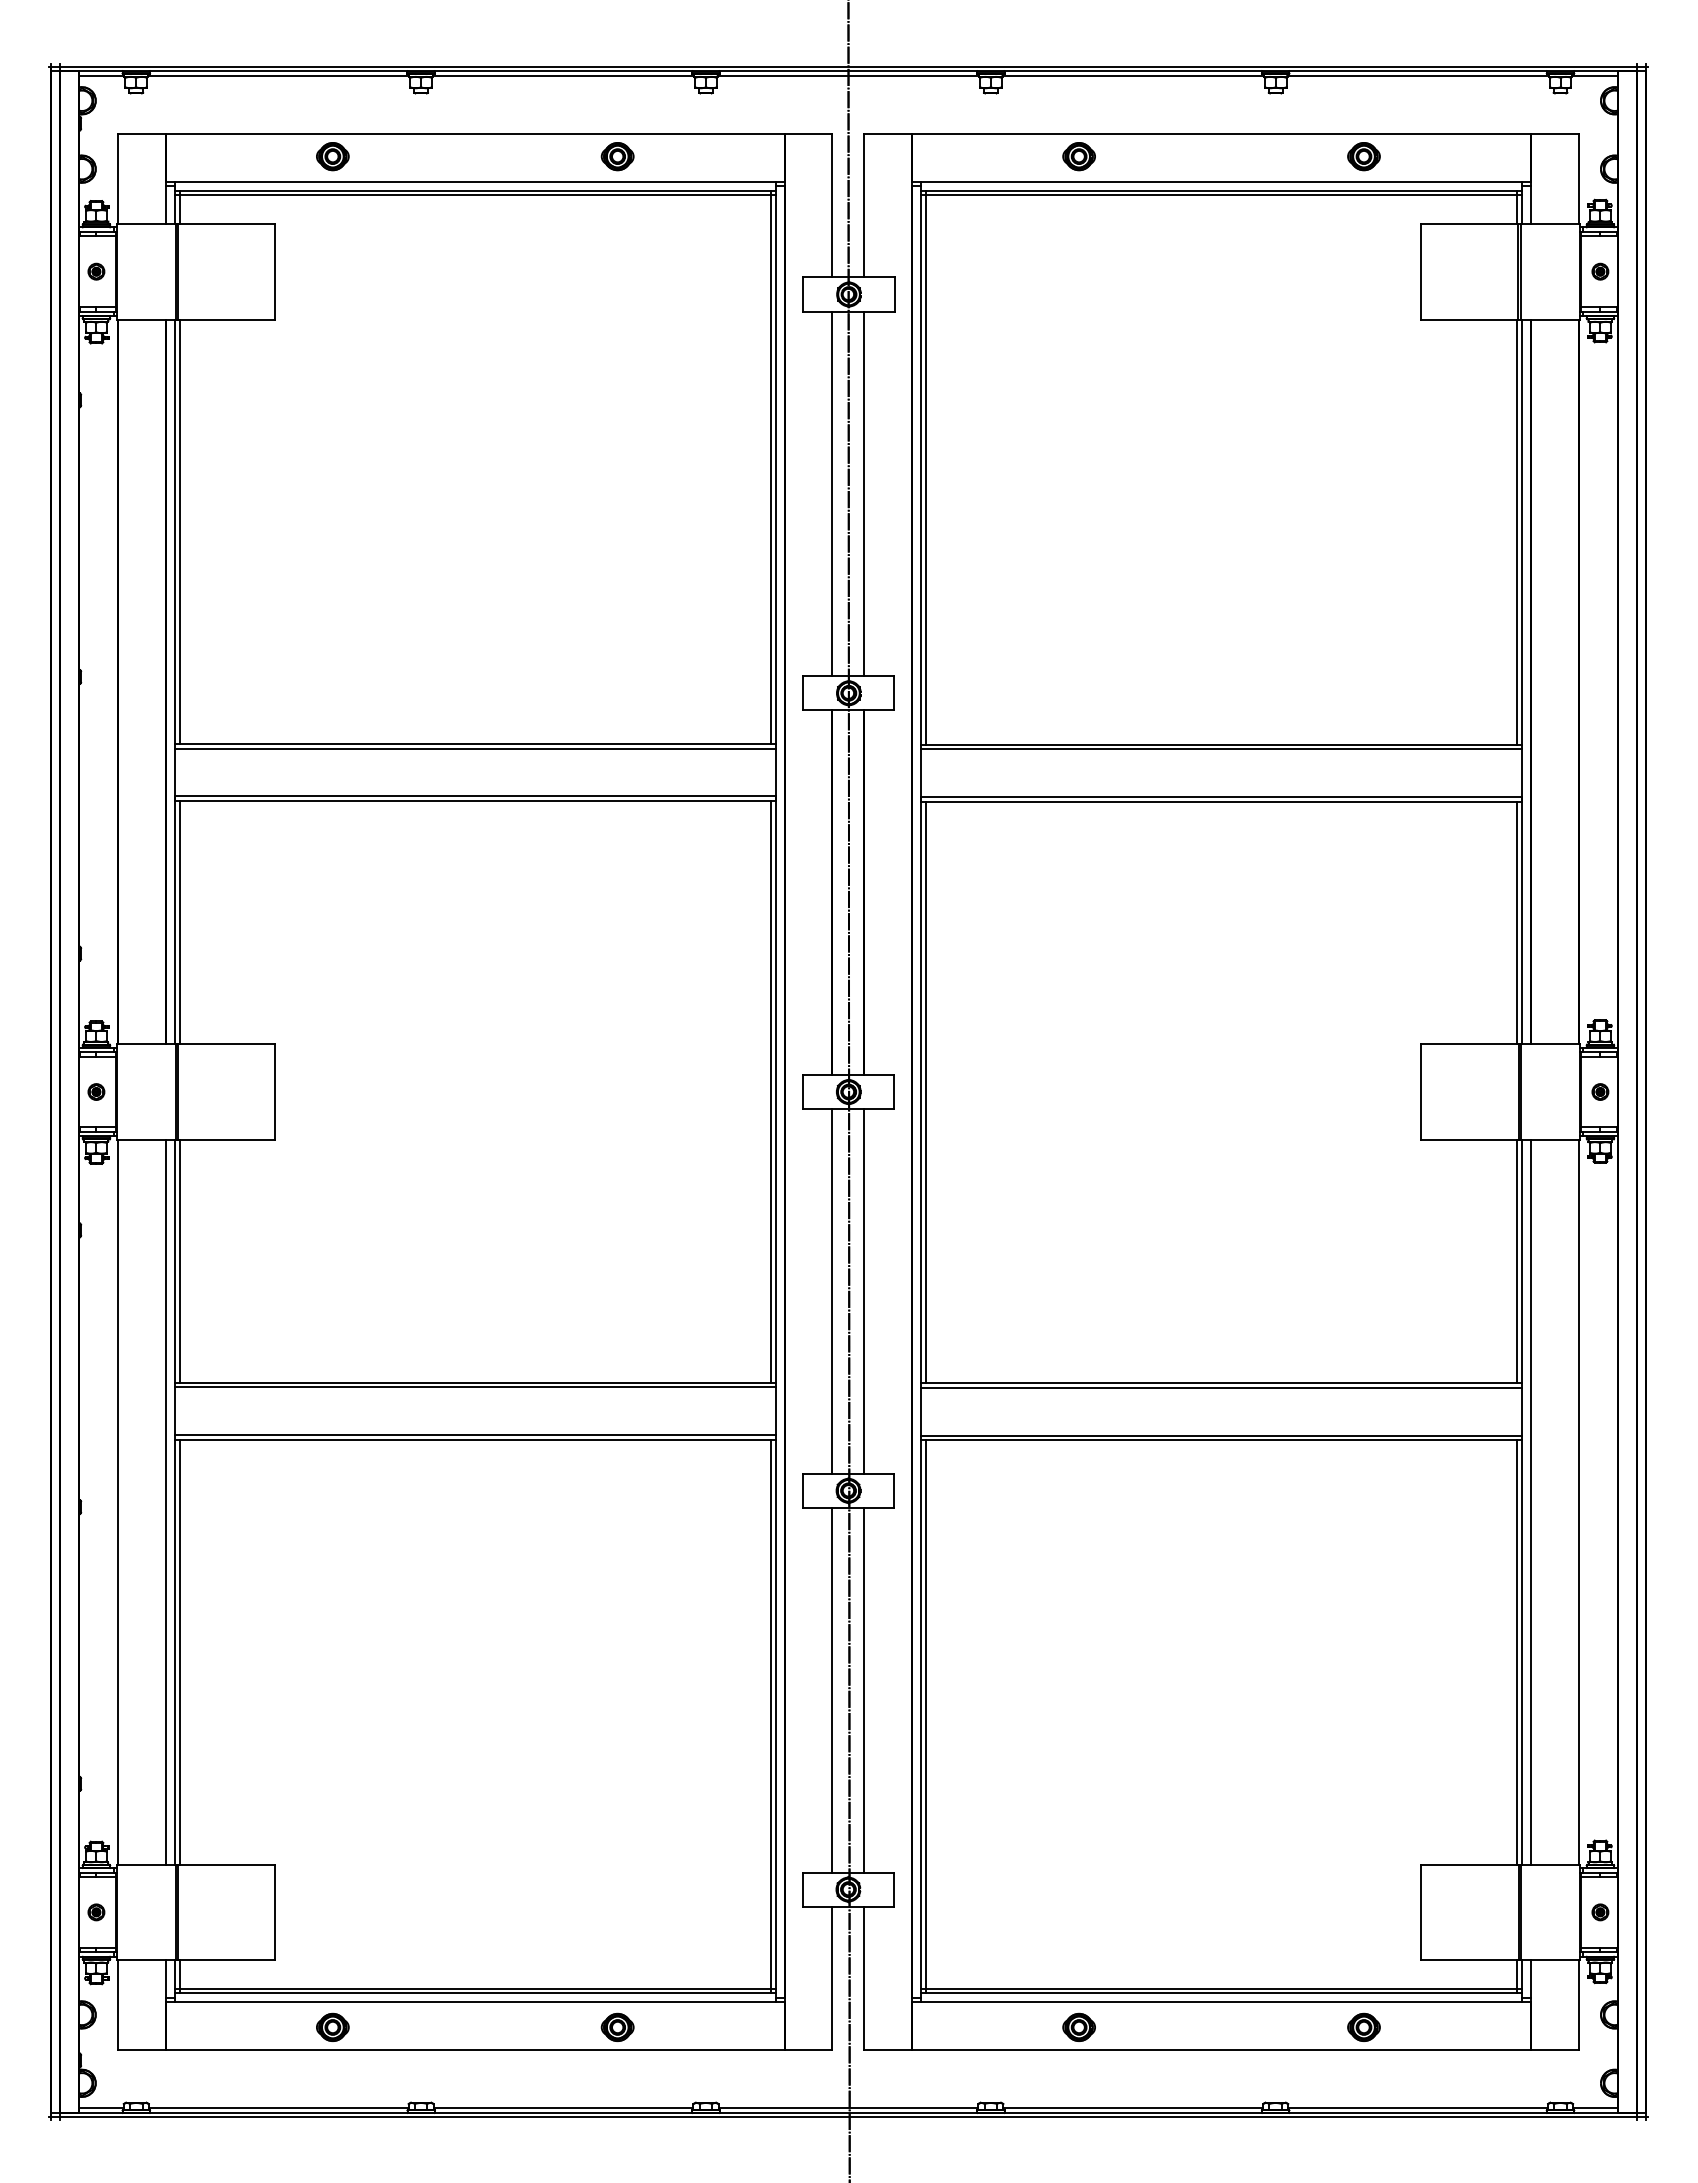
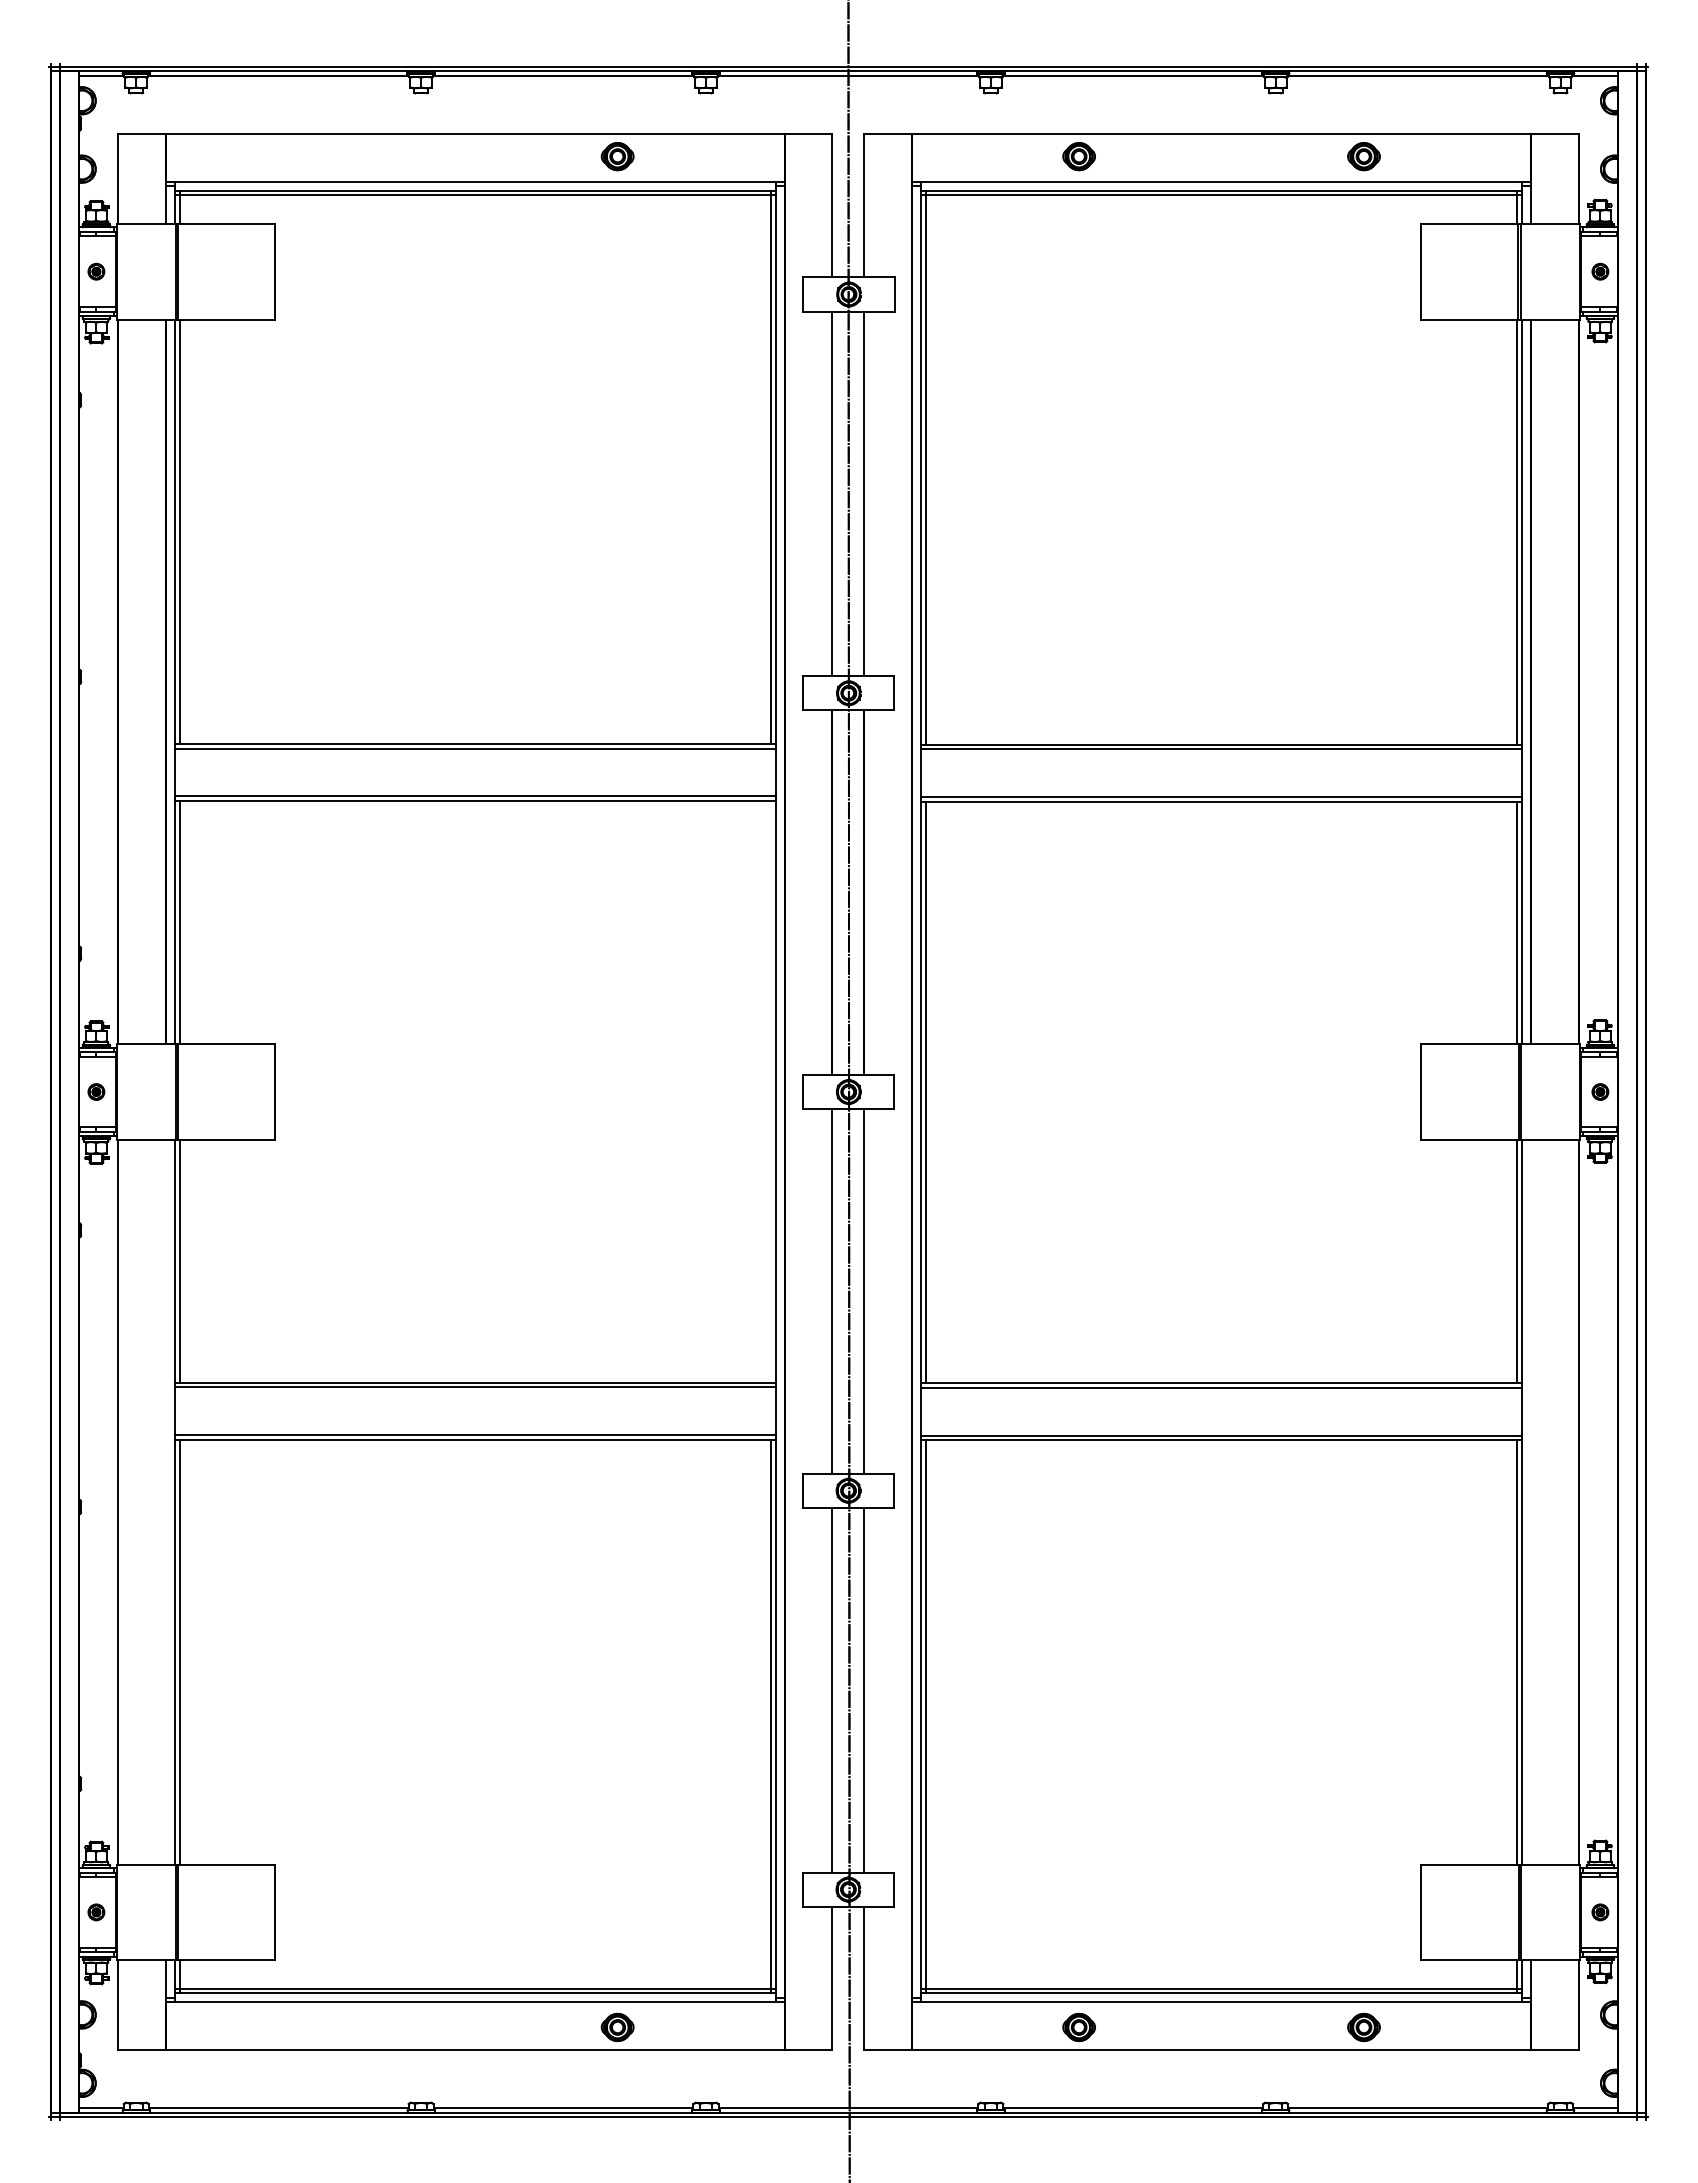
part at (332, 156): present -> none
line at (770, 1091): present -> none
line at (165, 1501): present -> none
line at (1530, 1501): present -> none
part at (332, 2026): present -> none
